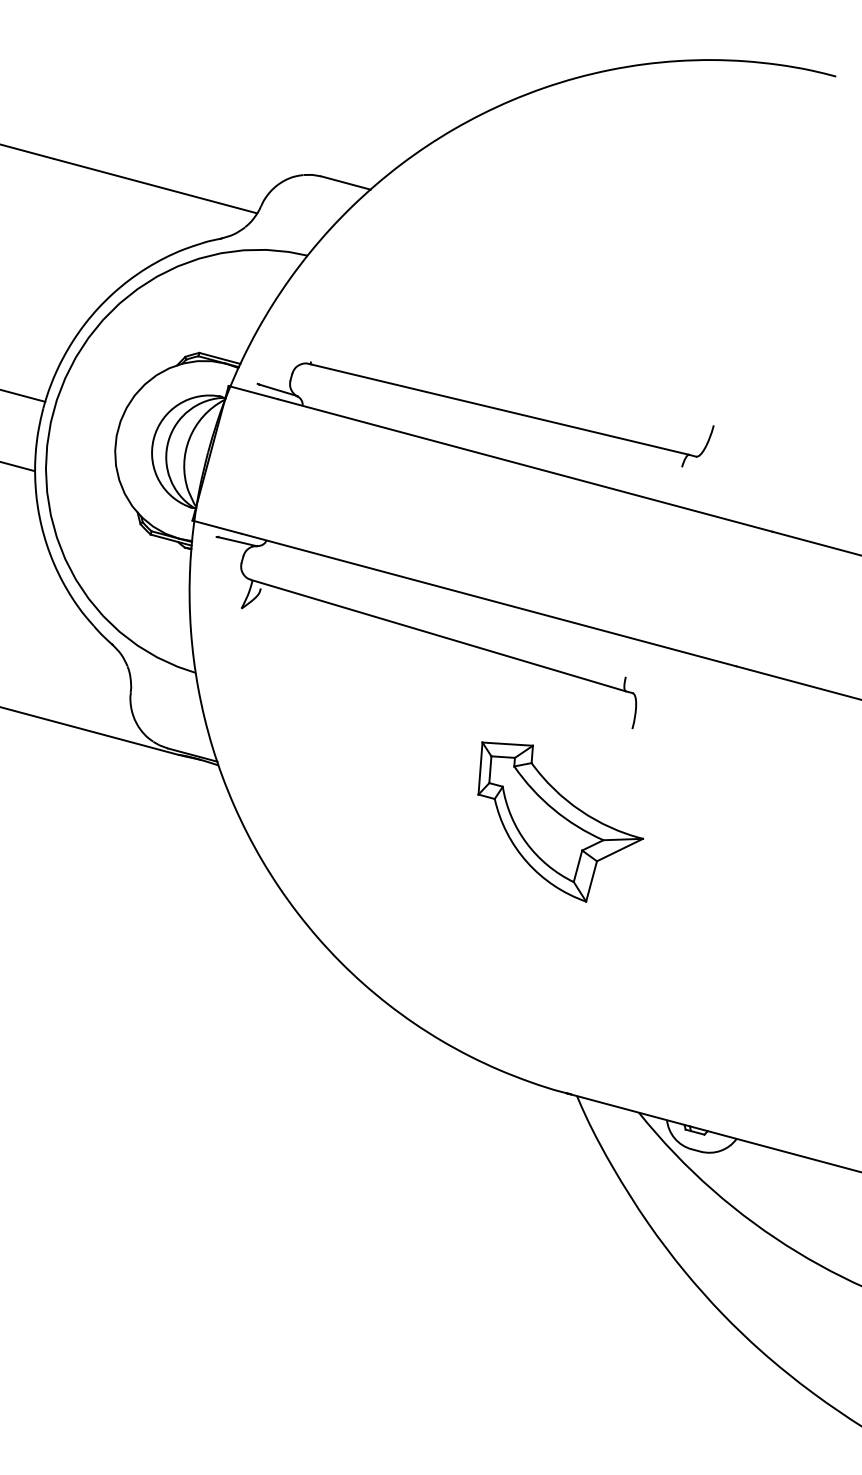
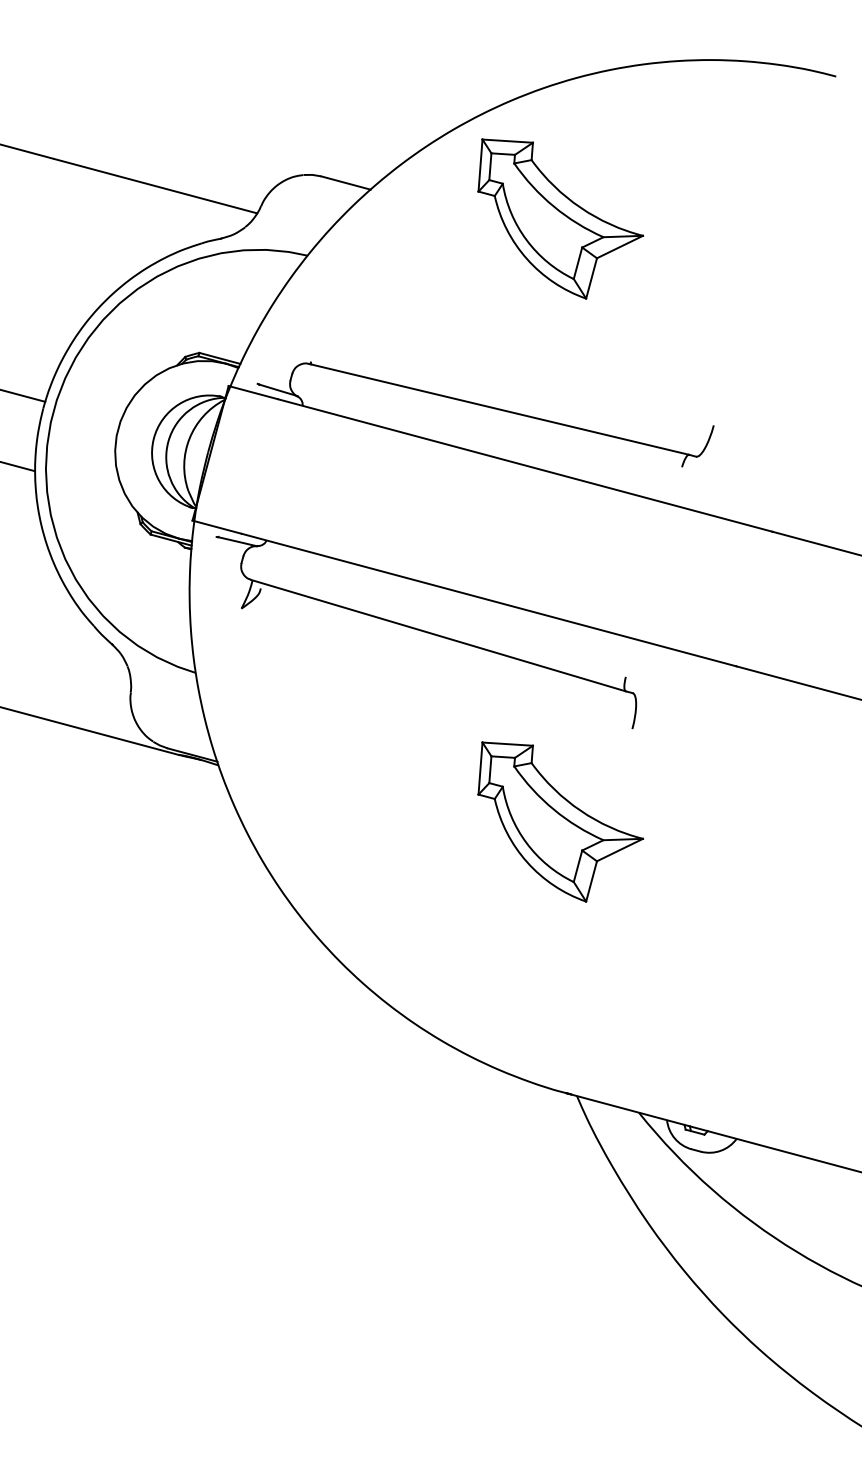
part at (560, 218): none -> present
